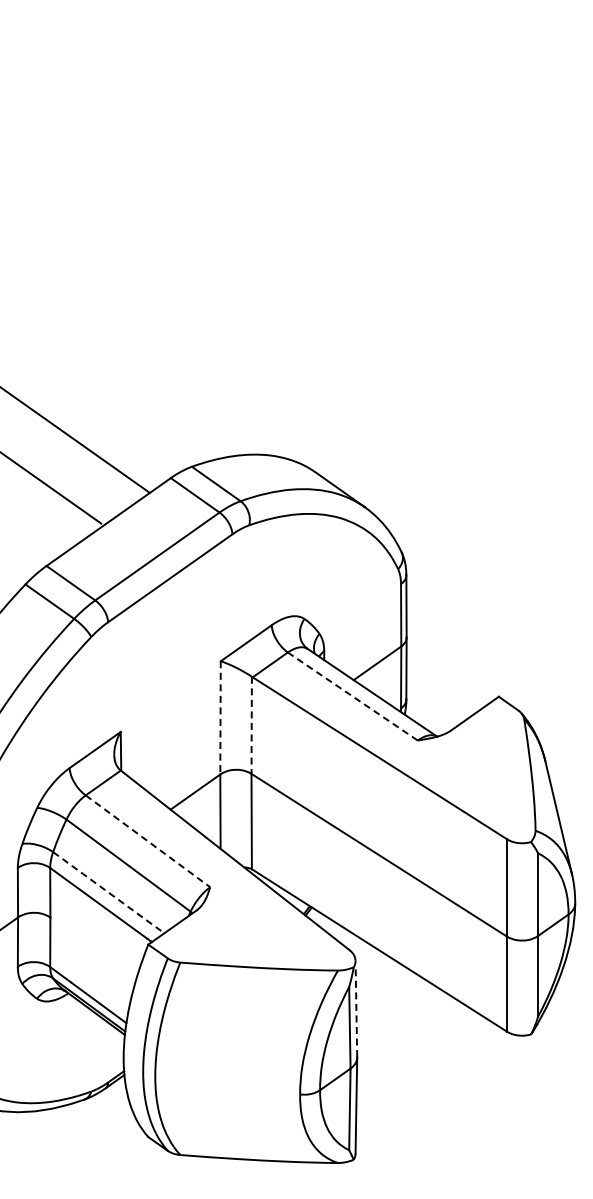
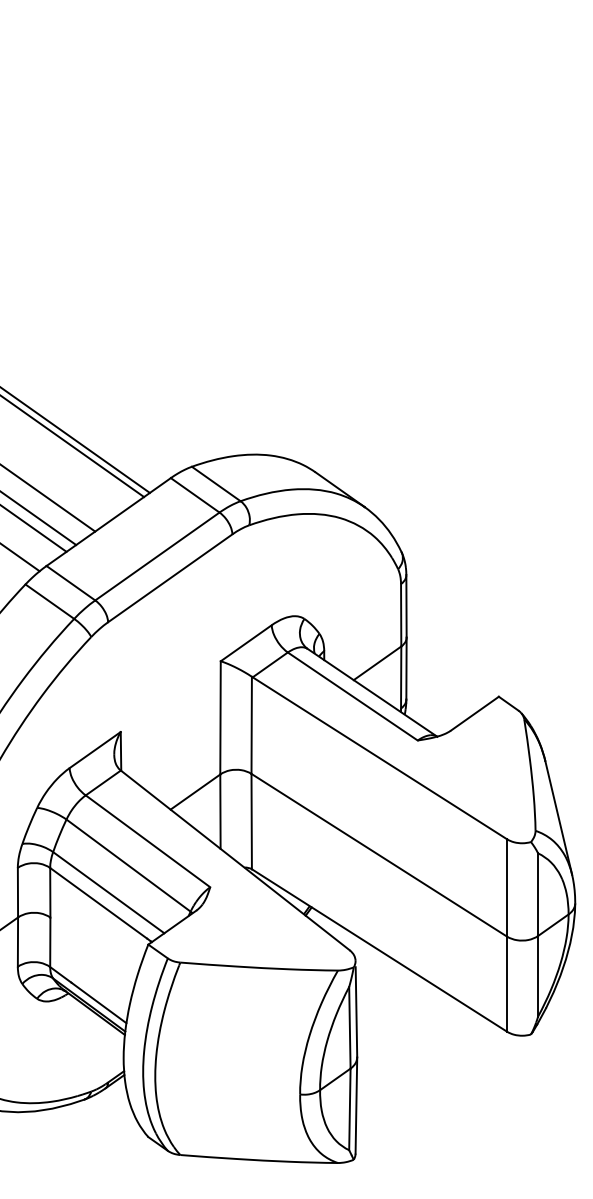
line at (73, 447): none -> present
line at (51, 488) position: (51, 488) -> (48, 498)
line at (39, 519): none -> present
line at (34, 528): none -> present
line at (20, 557): none -> present
line at (352, 696): dashed -> solid
line at (220, 717): dashed -> solid
line at (251, 725): dashed -> solid
line at (148, 841): dashed -> solid
line at (108, 892): dashed -> solid
line at (356, 1012): dashed -> solid
